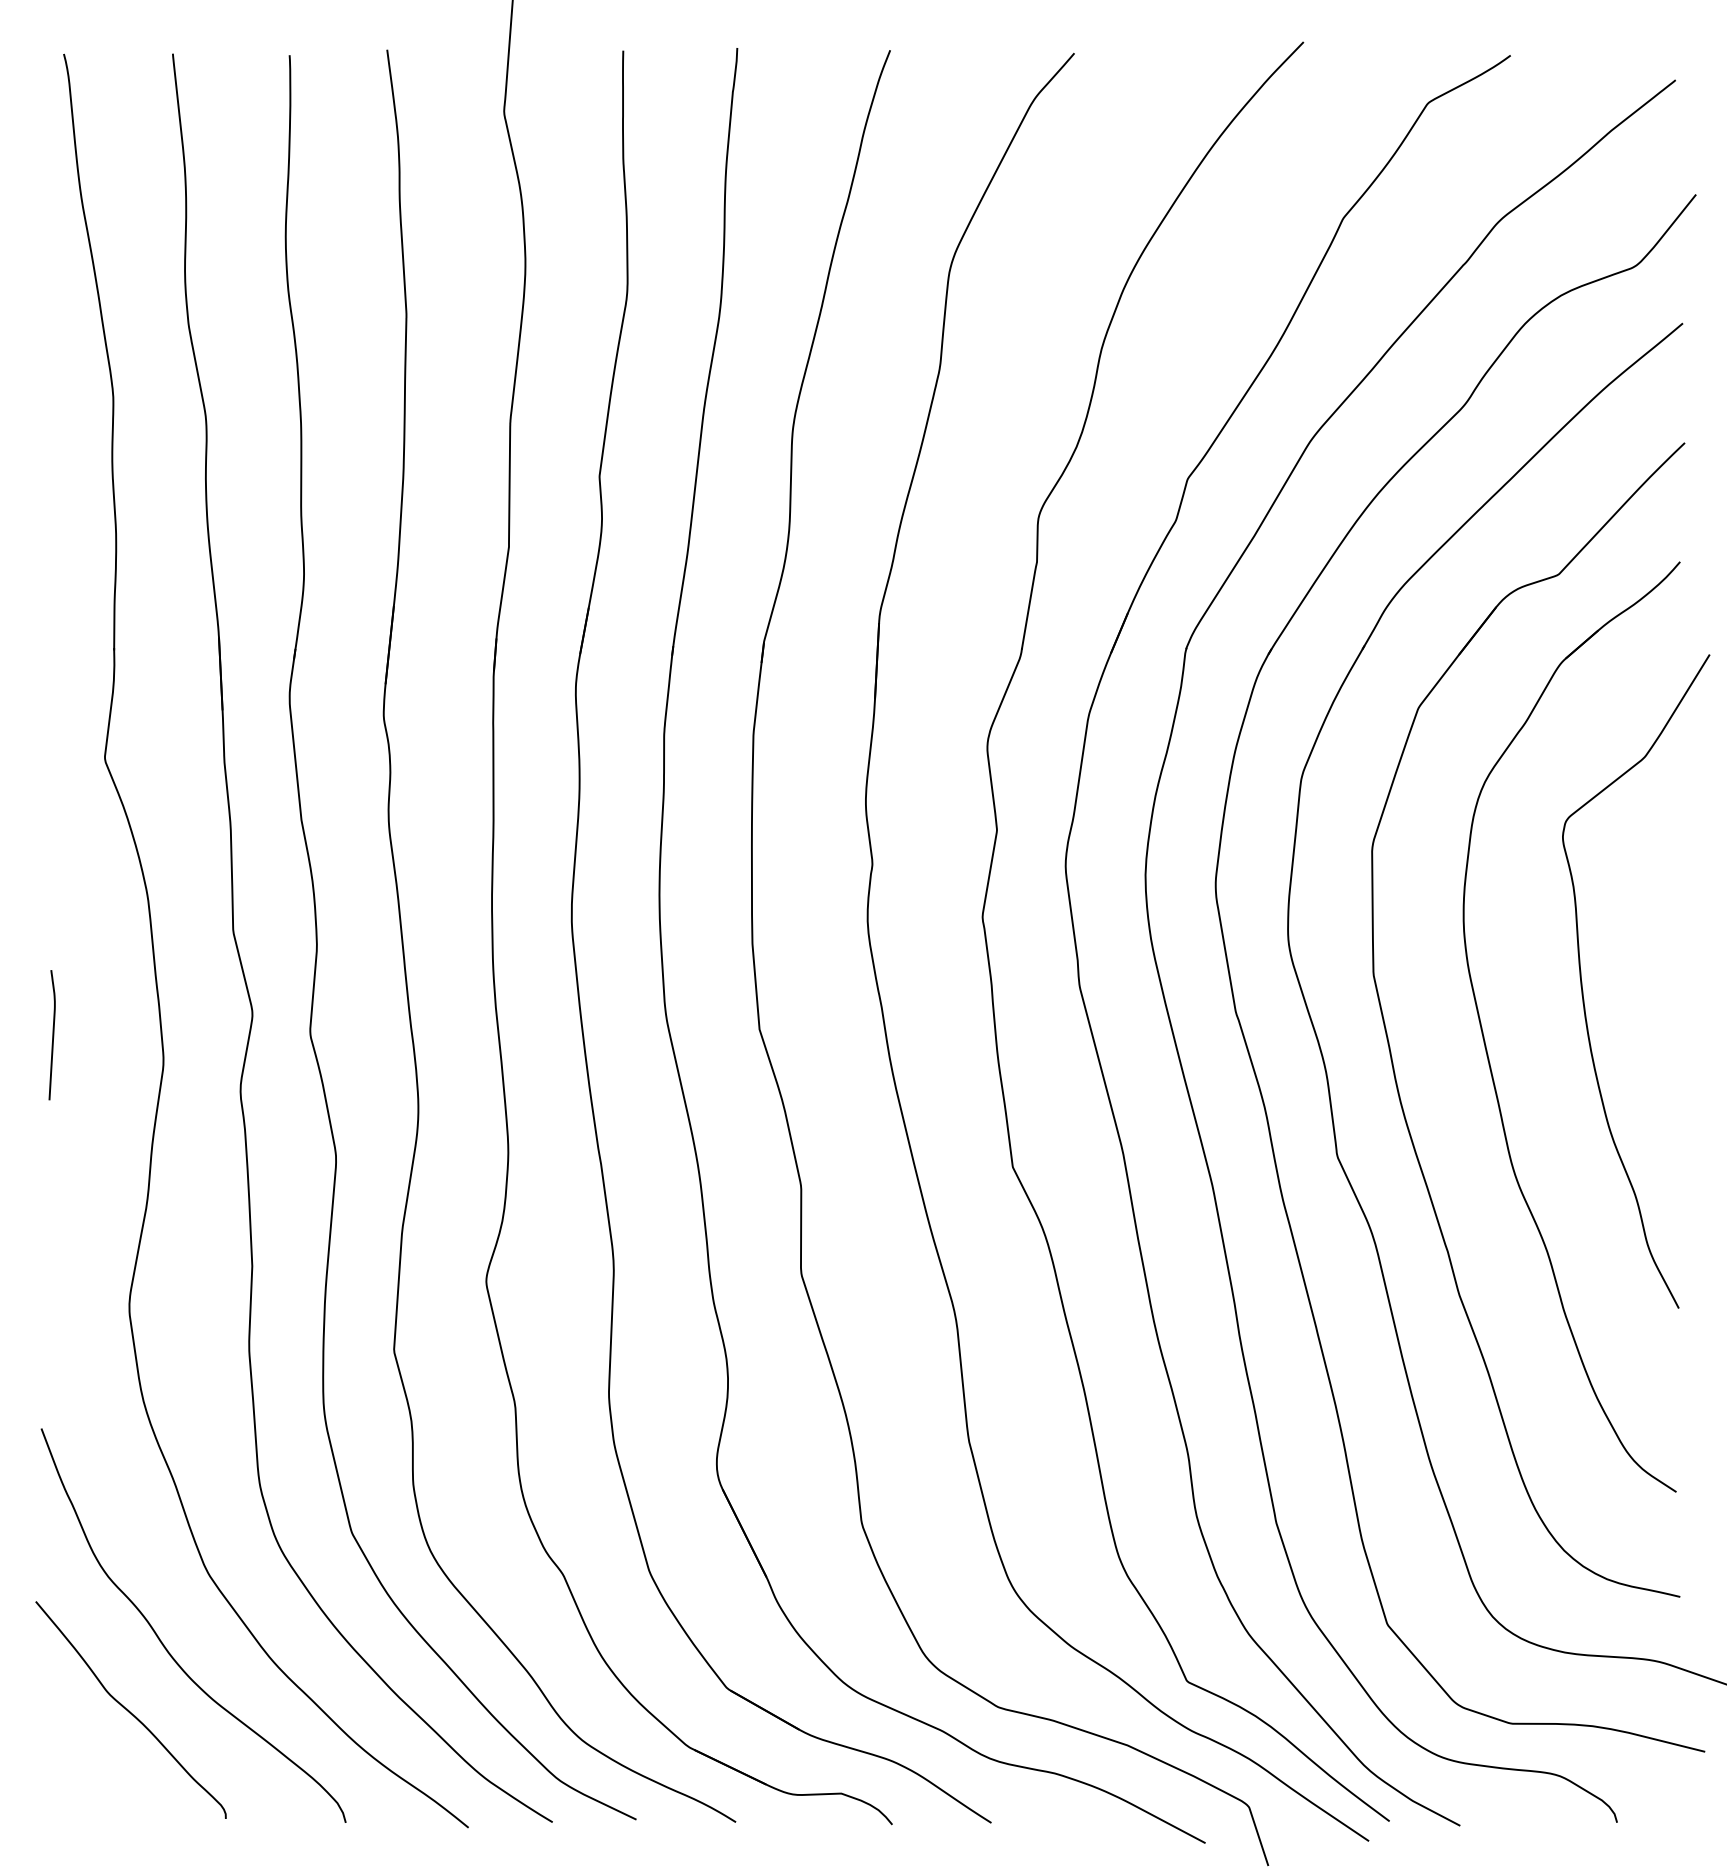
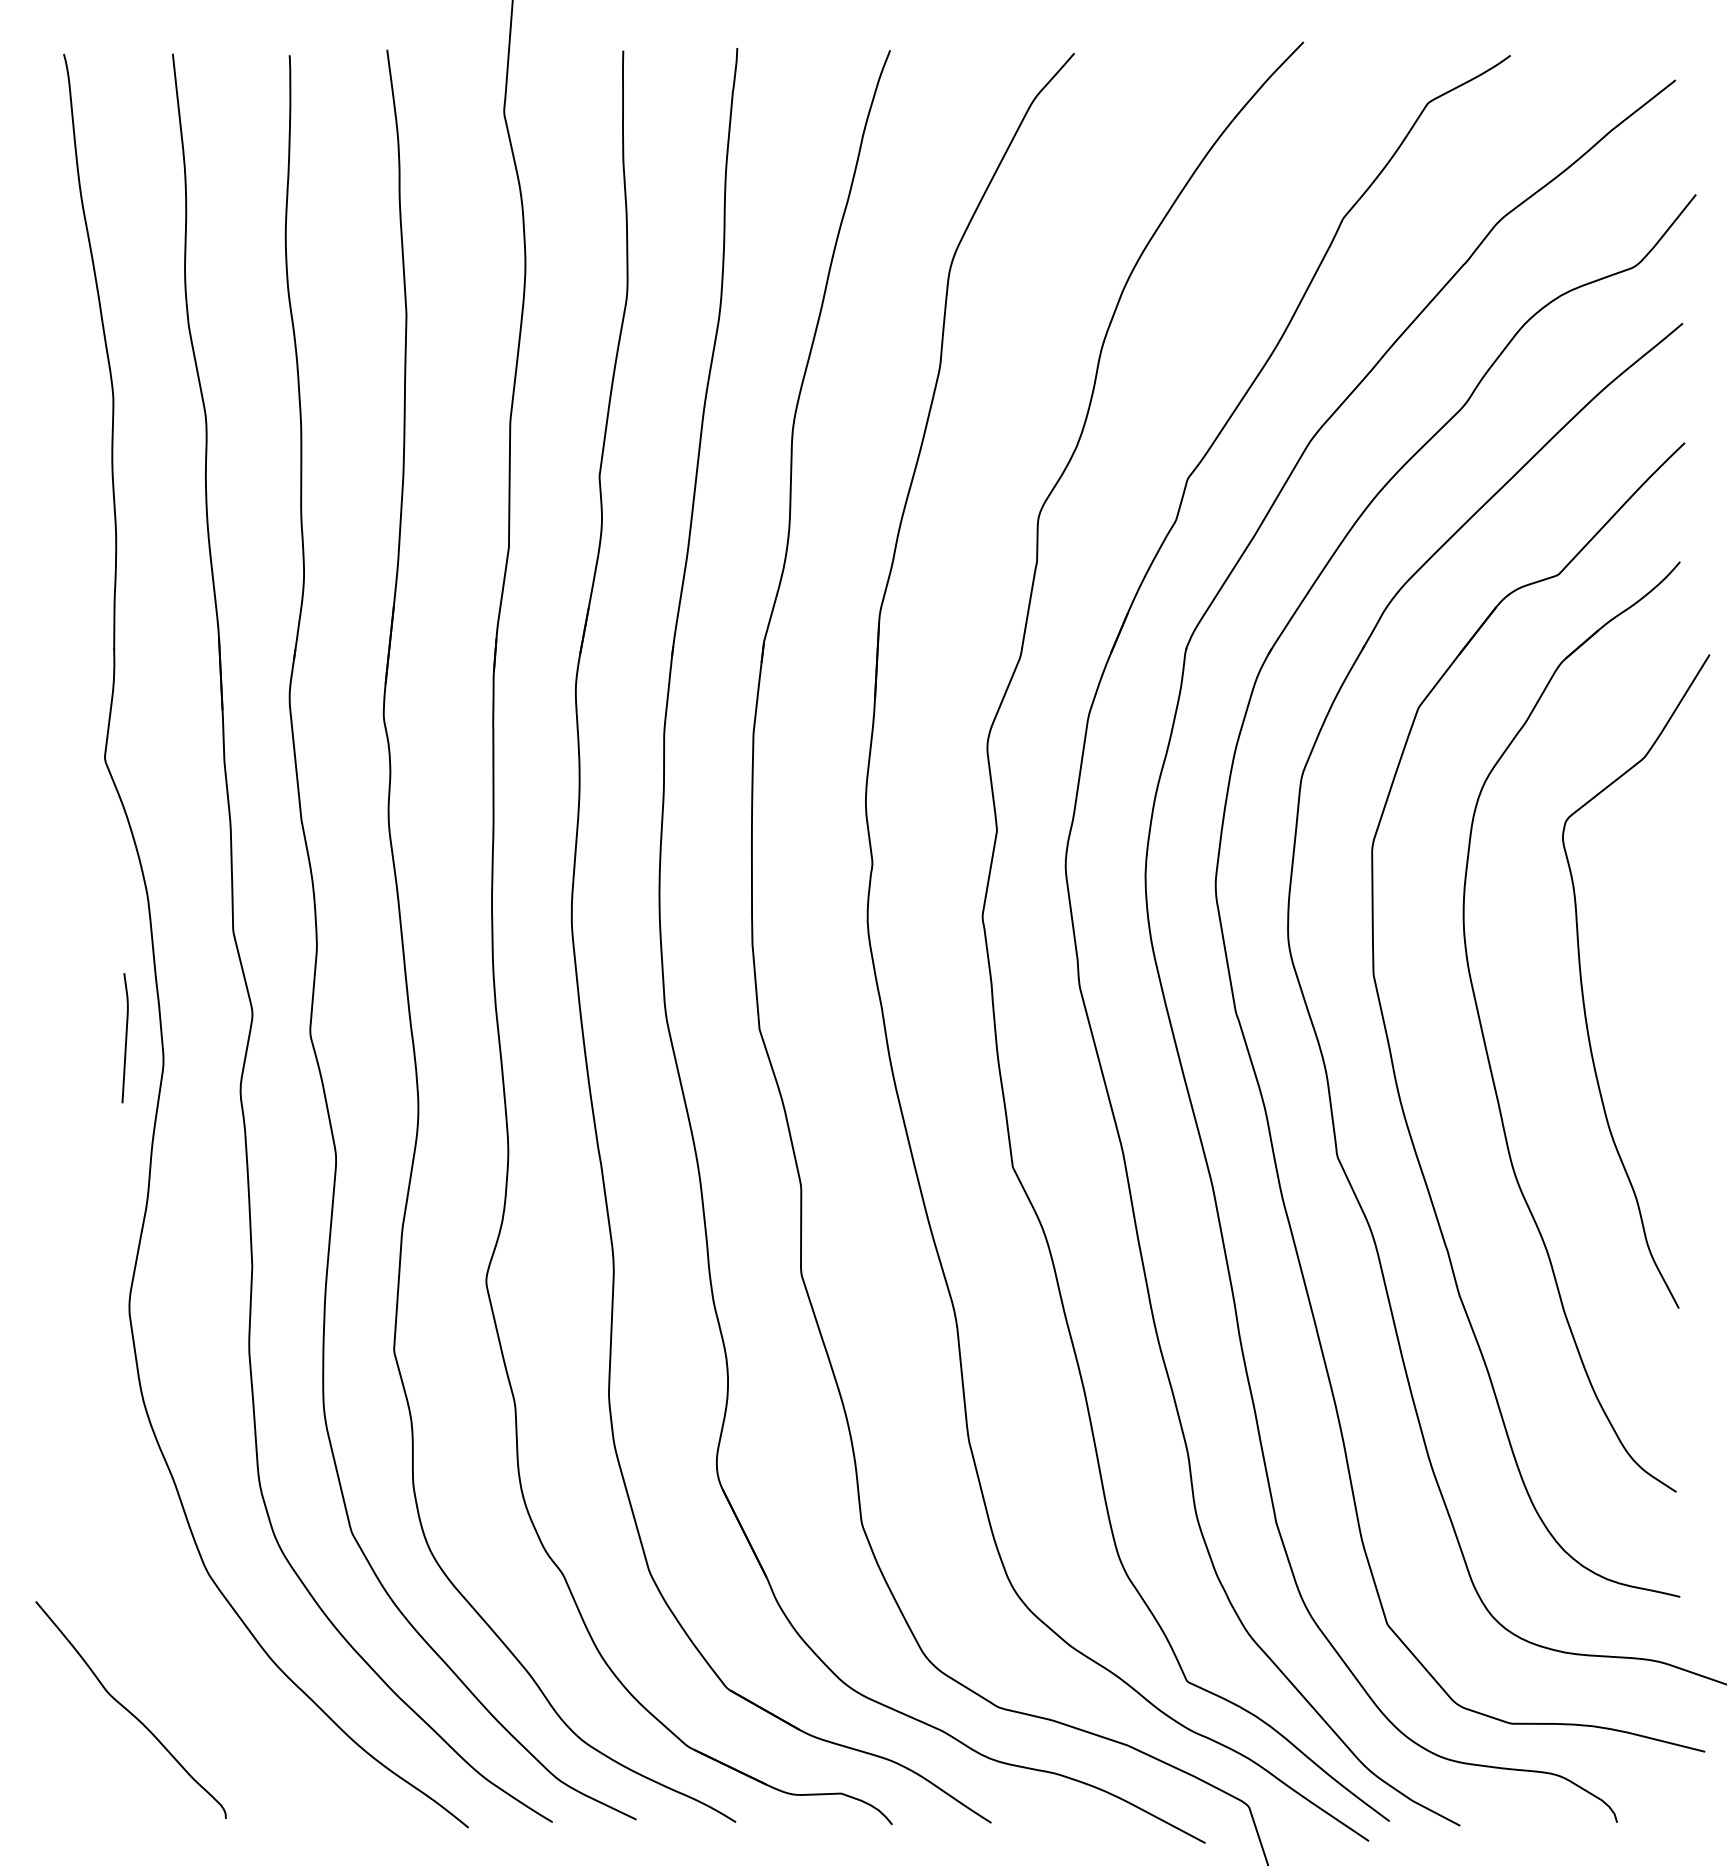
curve at (52, 1035) position: (52, 1035) -> (125, 1038)
curve at (166, 1647): present -> none
